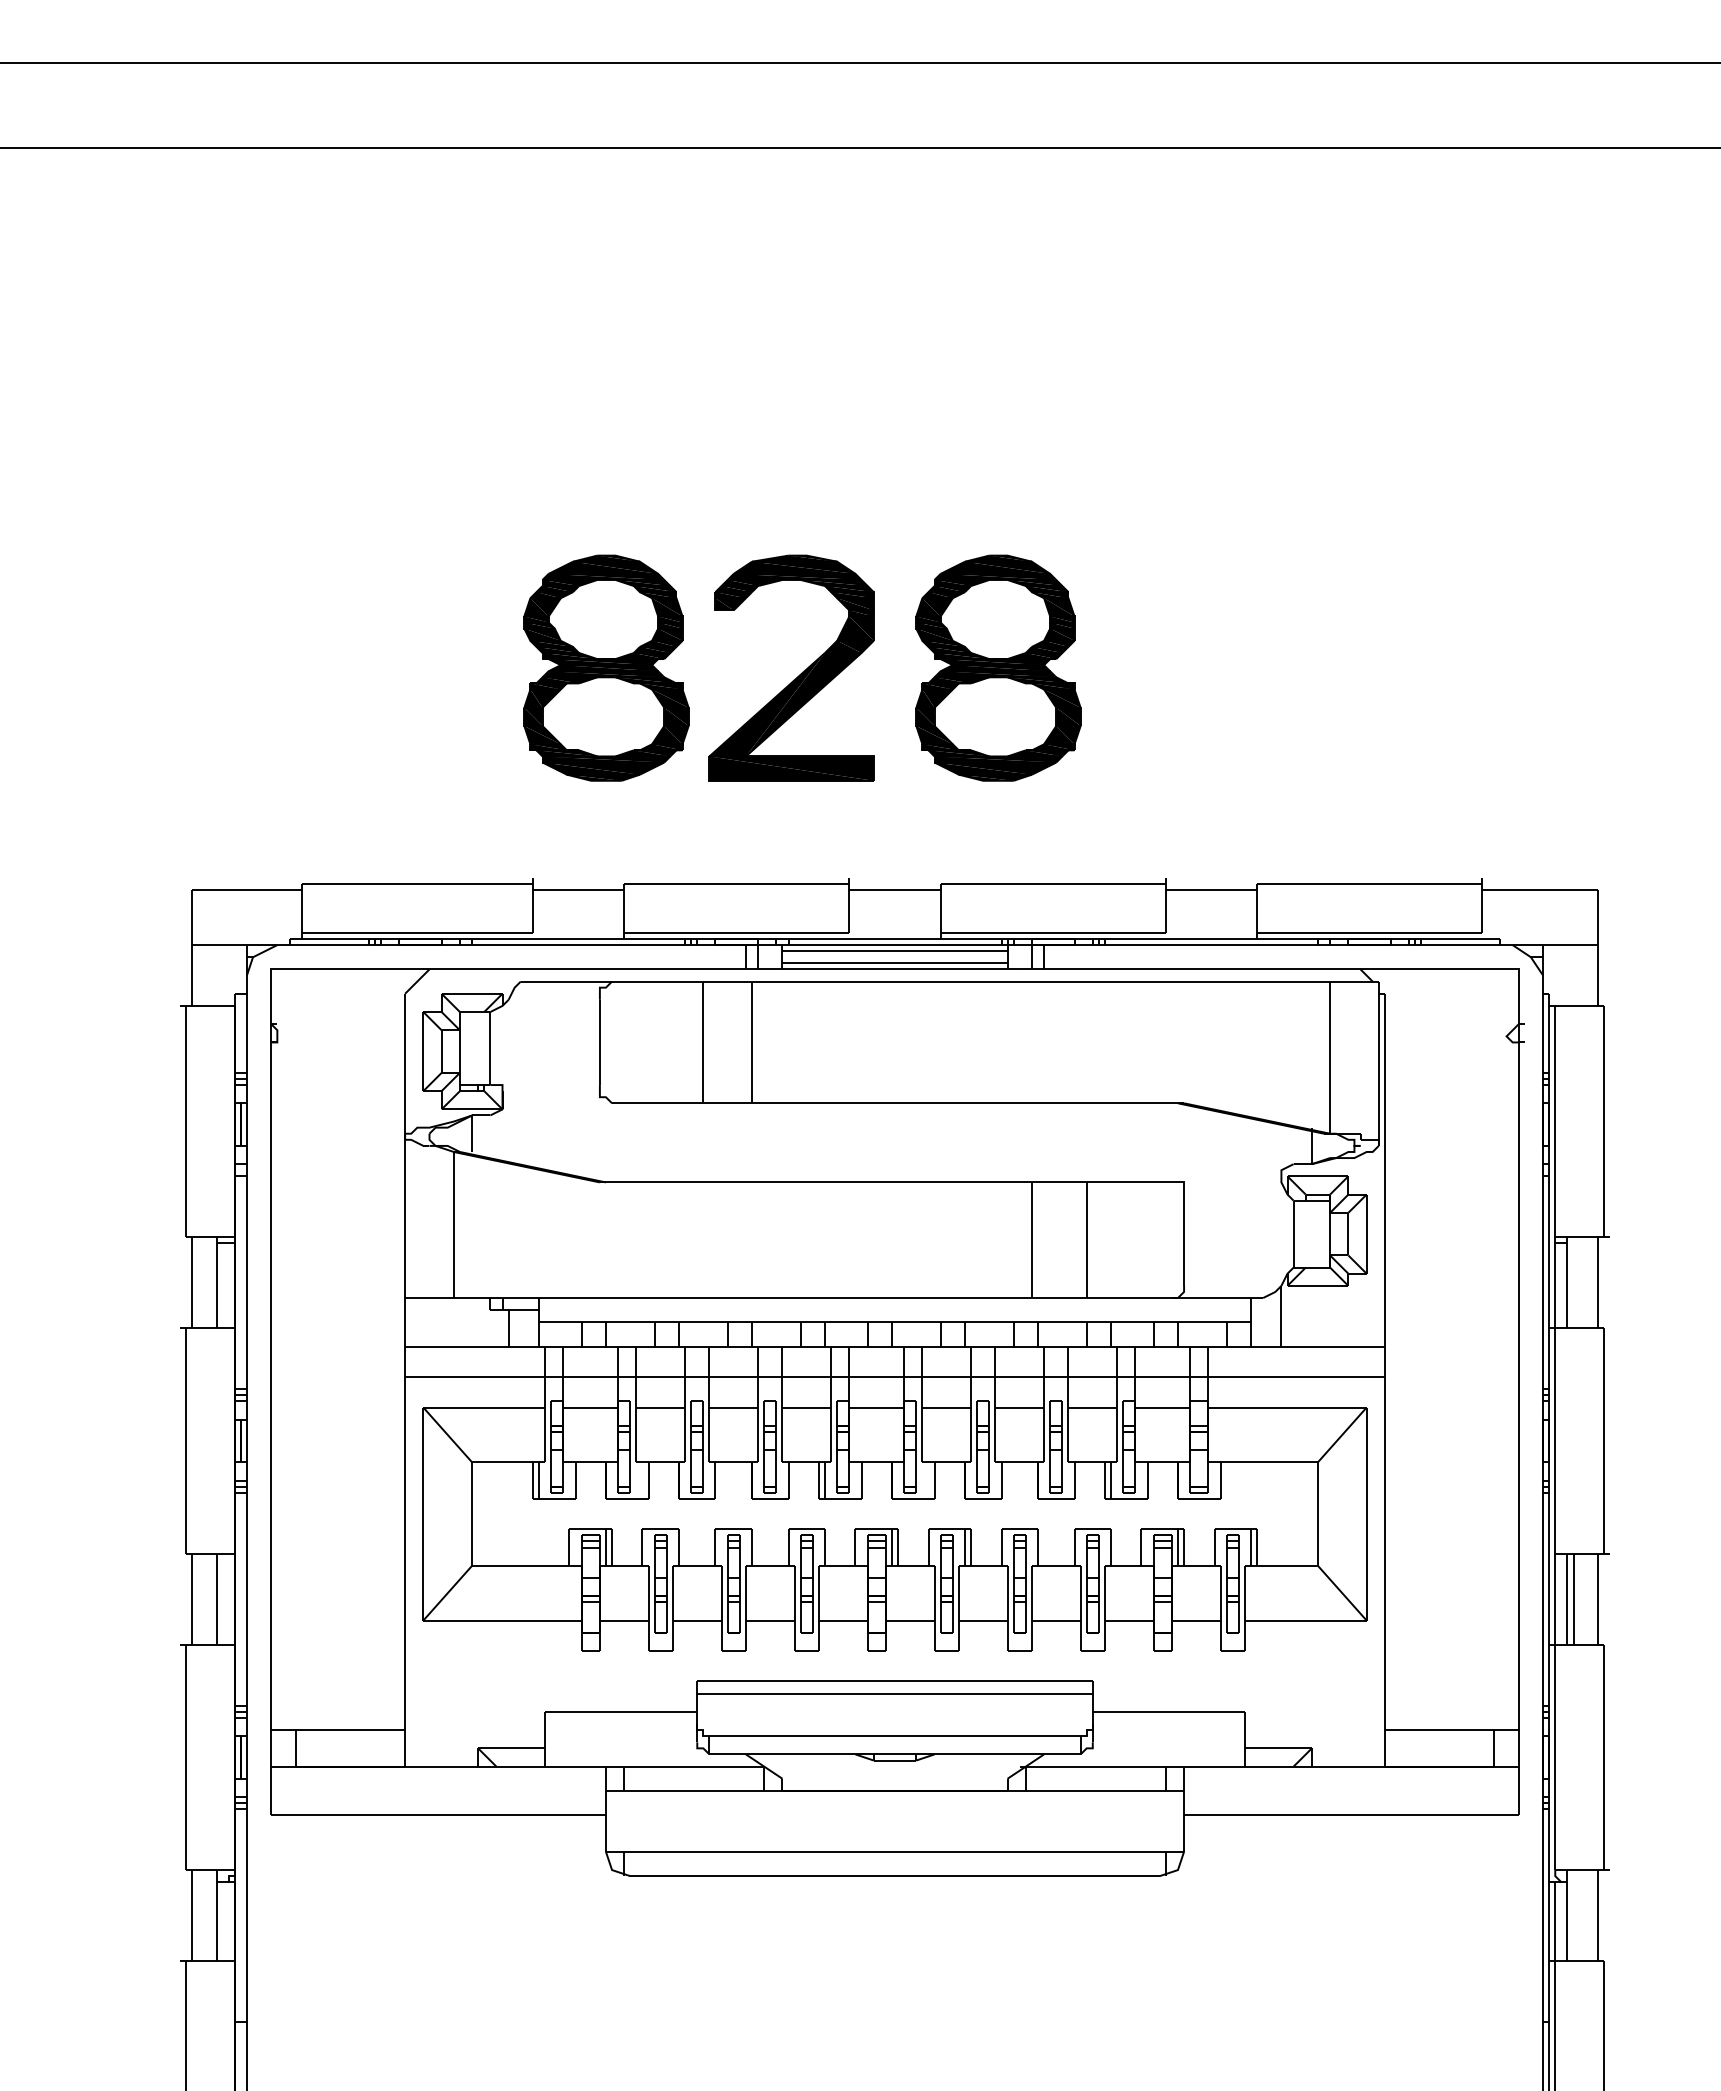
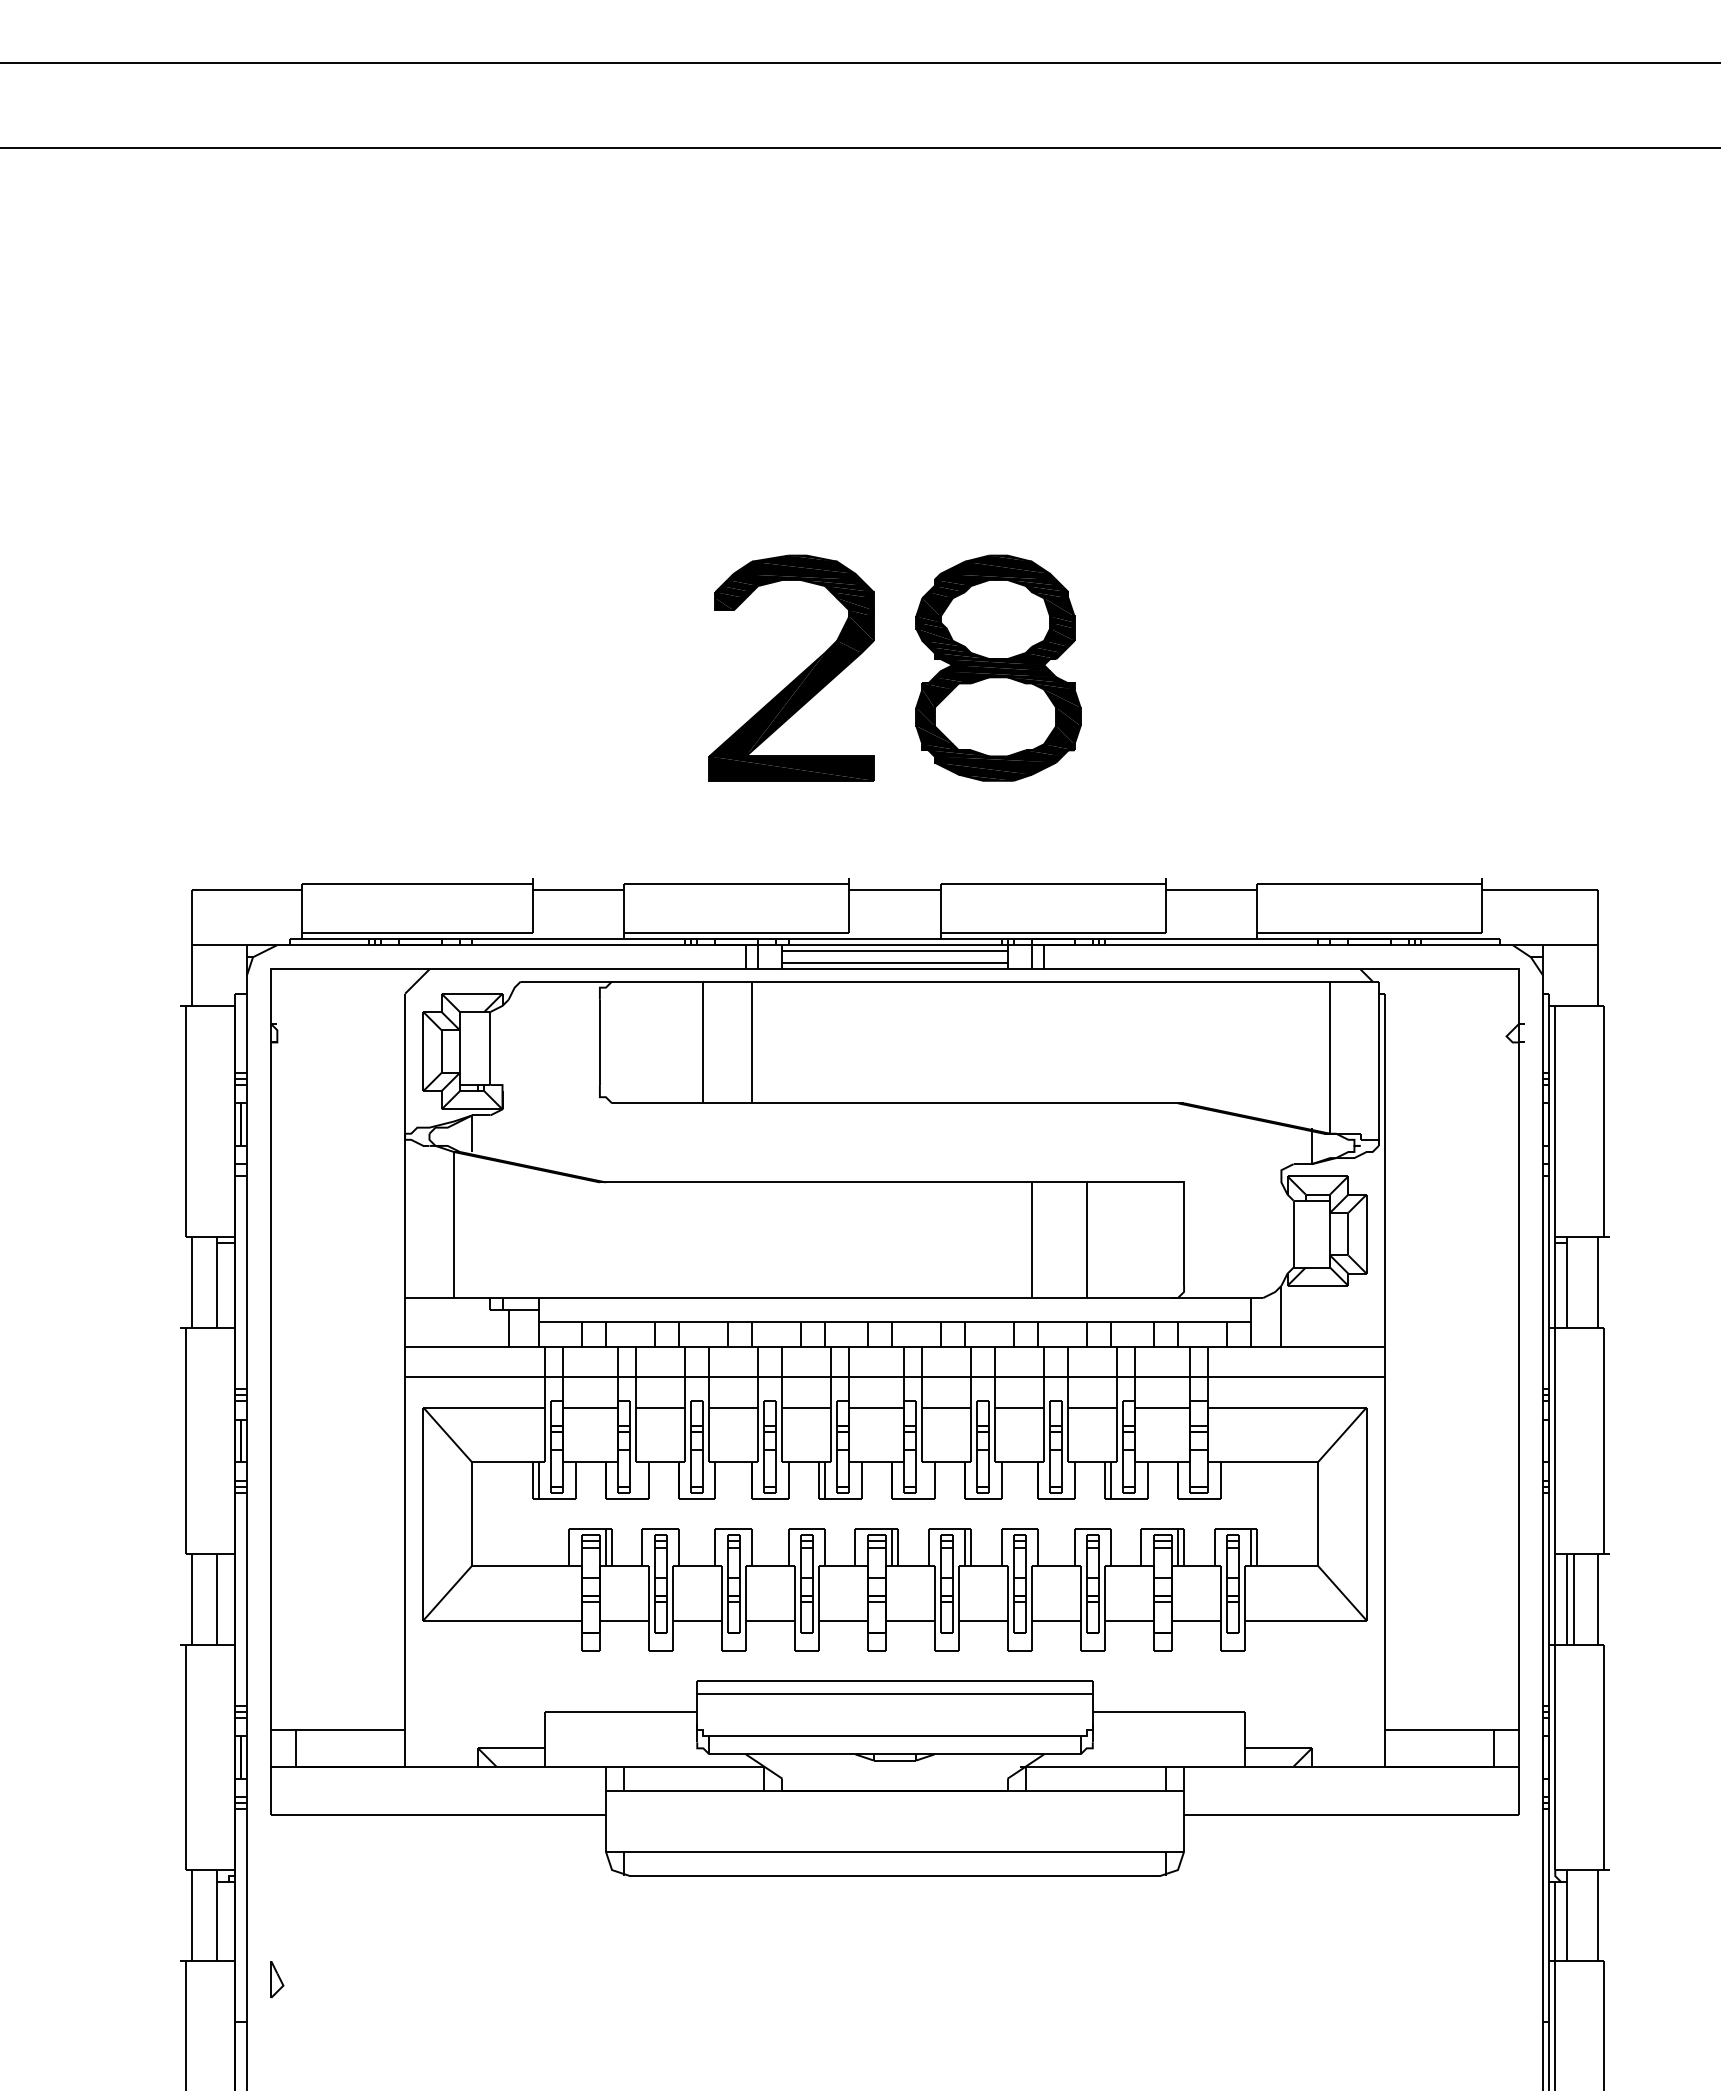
part at (606, 667): present -> none
part at (277, 1979): none -> present
